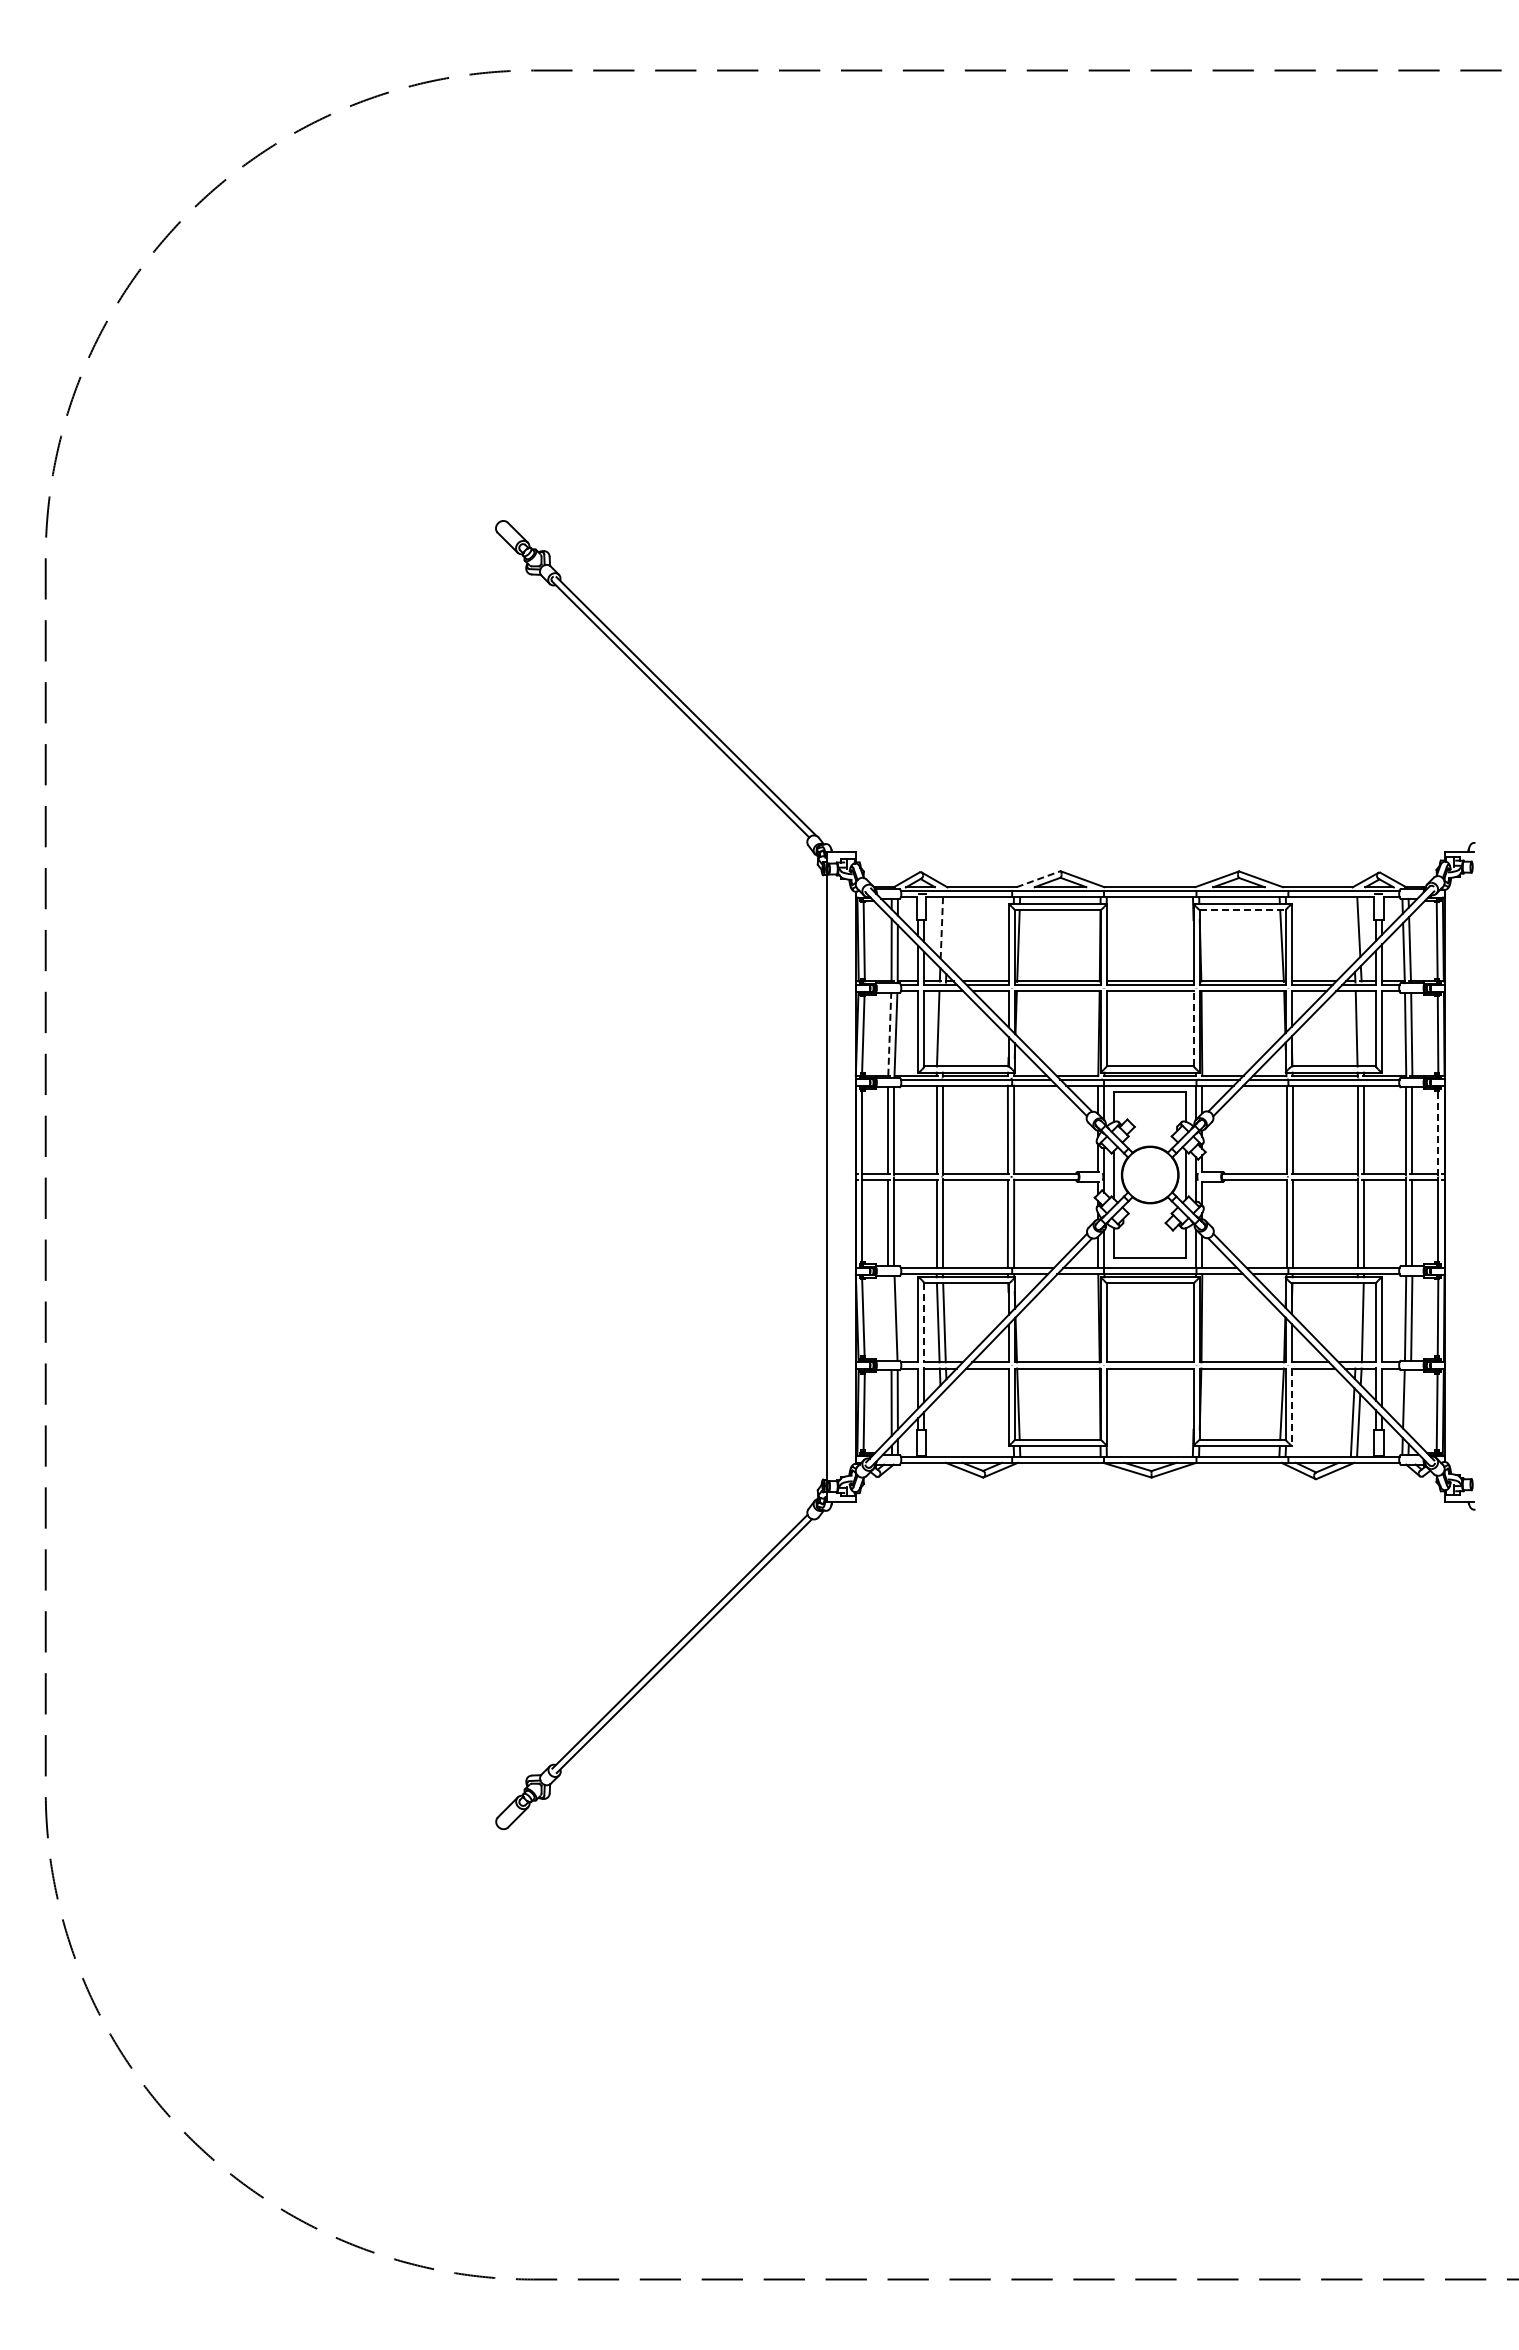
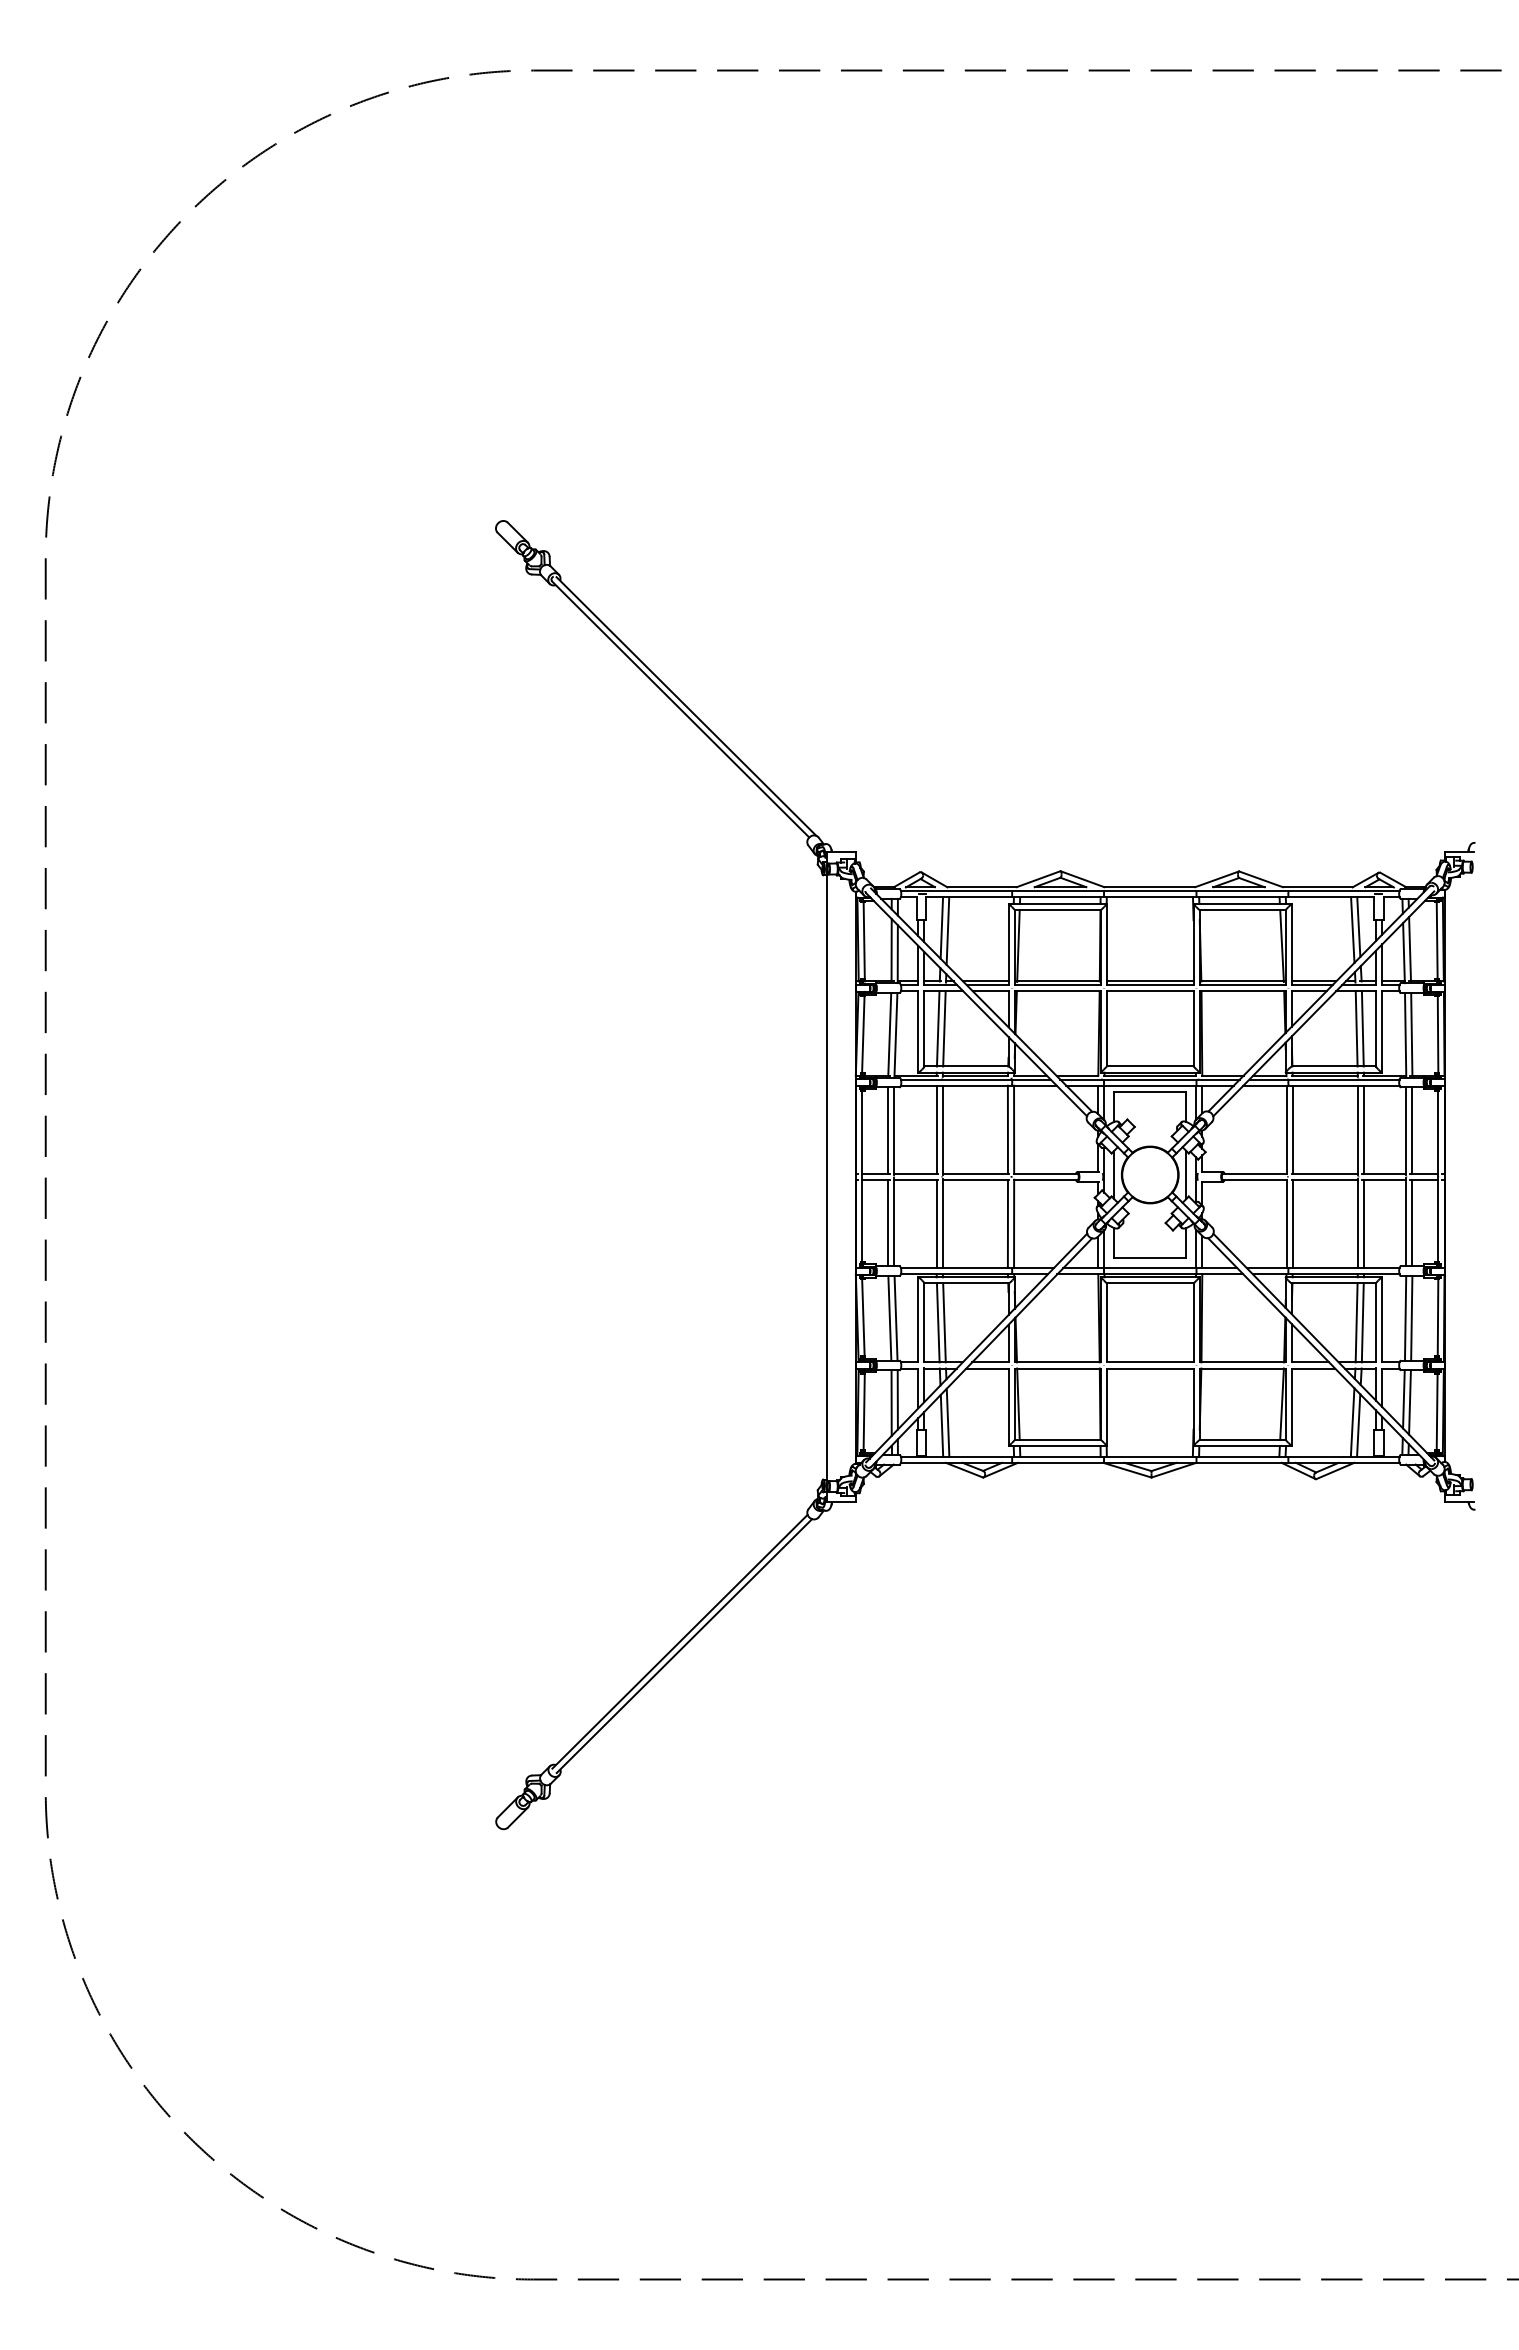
line at (1039, 879): dashed -> solid
line at (1243, 910): dashed -> solid
line at (941, 927): dashed -> solid
line at (1352, 929): none -> present
line at (947, 930): none -> present
line at (944, 1028): none -> present
line at (1193, 1028): dashed -> solid
line at (1362, 1028): none -> present
line at (889, 1033): dashed -> solid
line at (1438, 1133): dashed -> solid
line at (889, 1318): none -> present
line at (924, 1322): dashed -> solid
line at (1356, 1322): none -> present
line at (1409, 1402): none -> present
line at (1291, 1407): dashed -> solid
line at (947, 1422): none -> present
line at (941, 1425): none -> present
